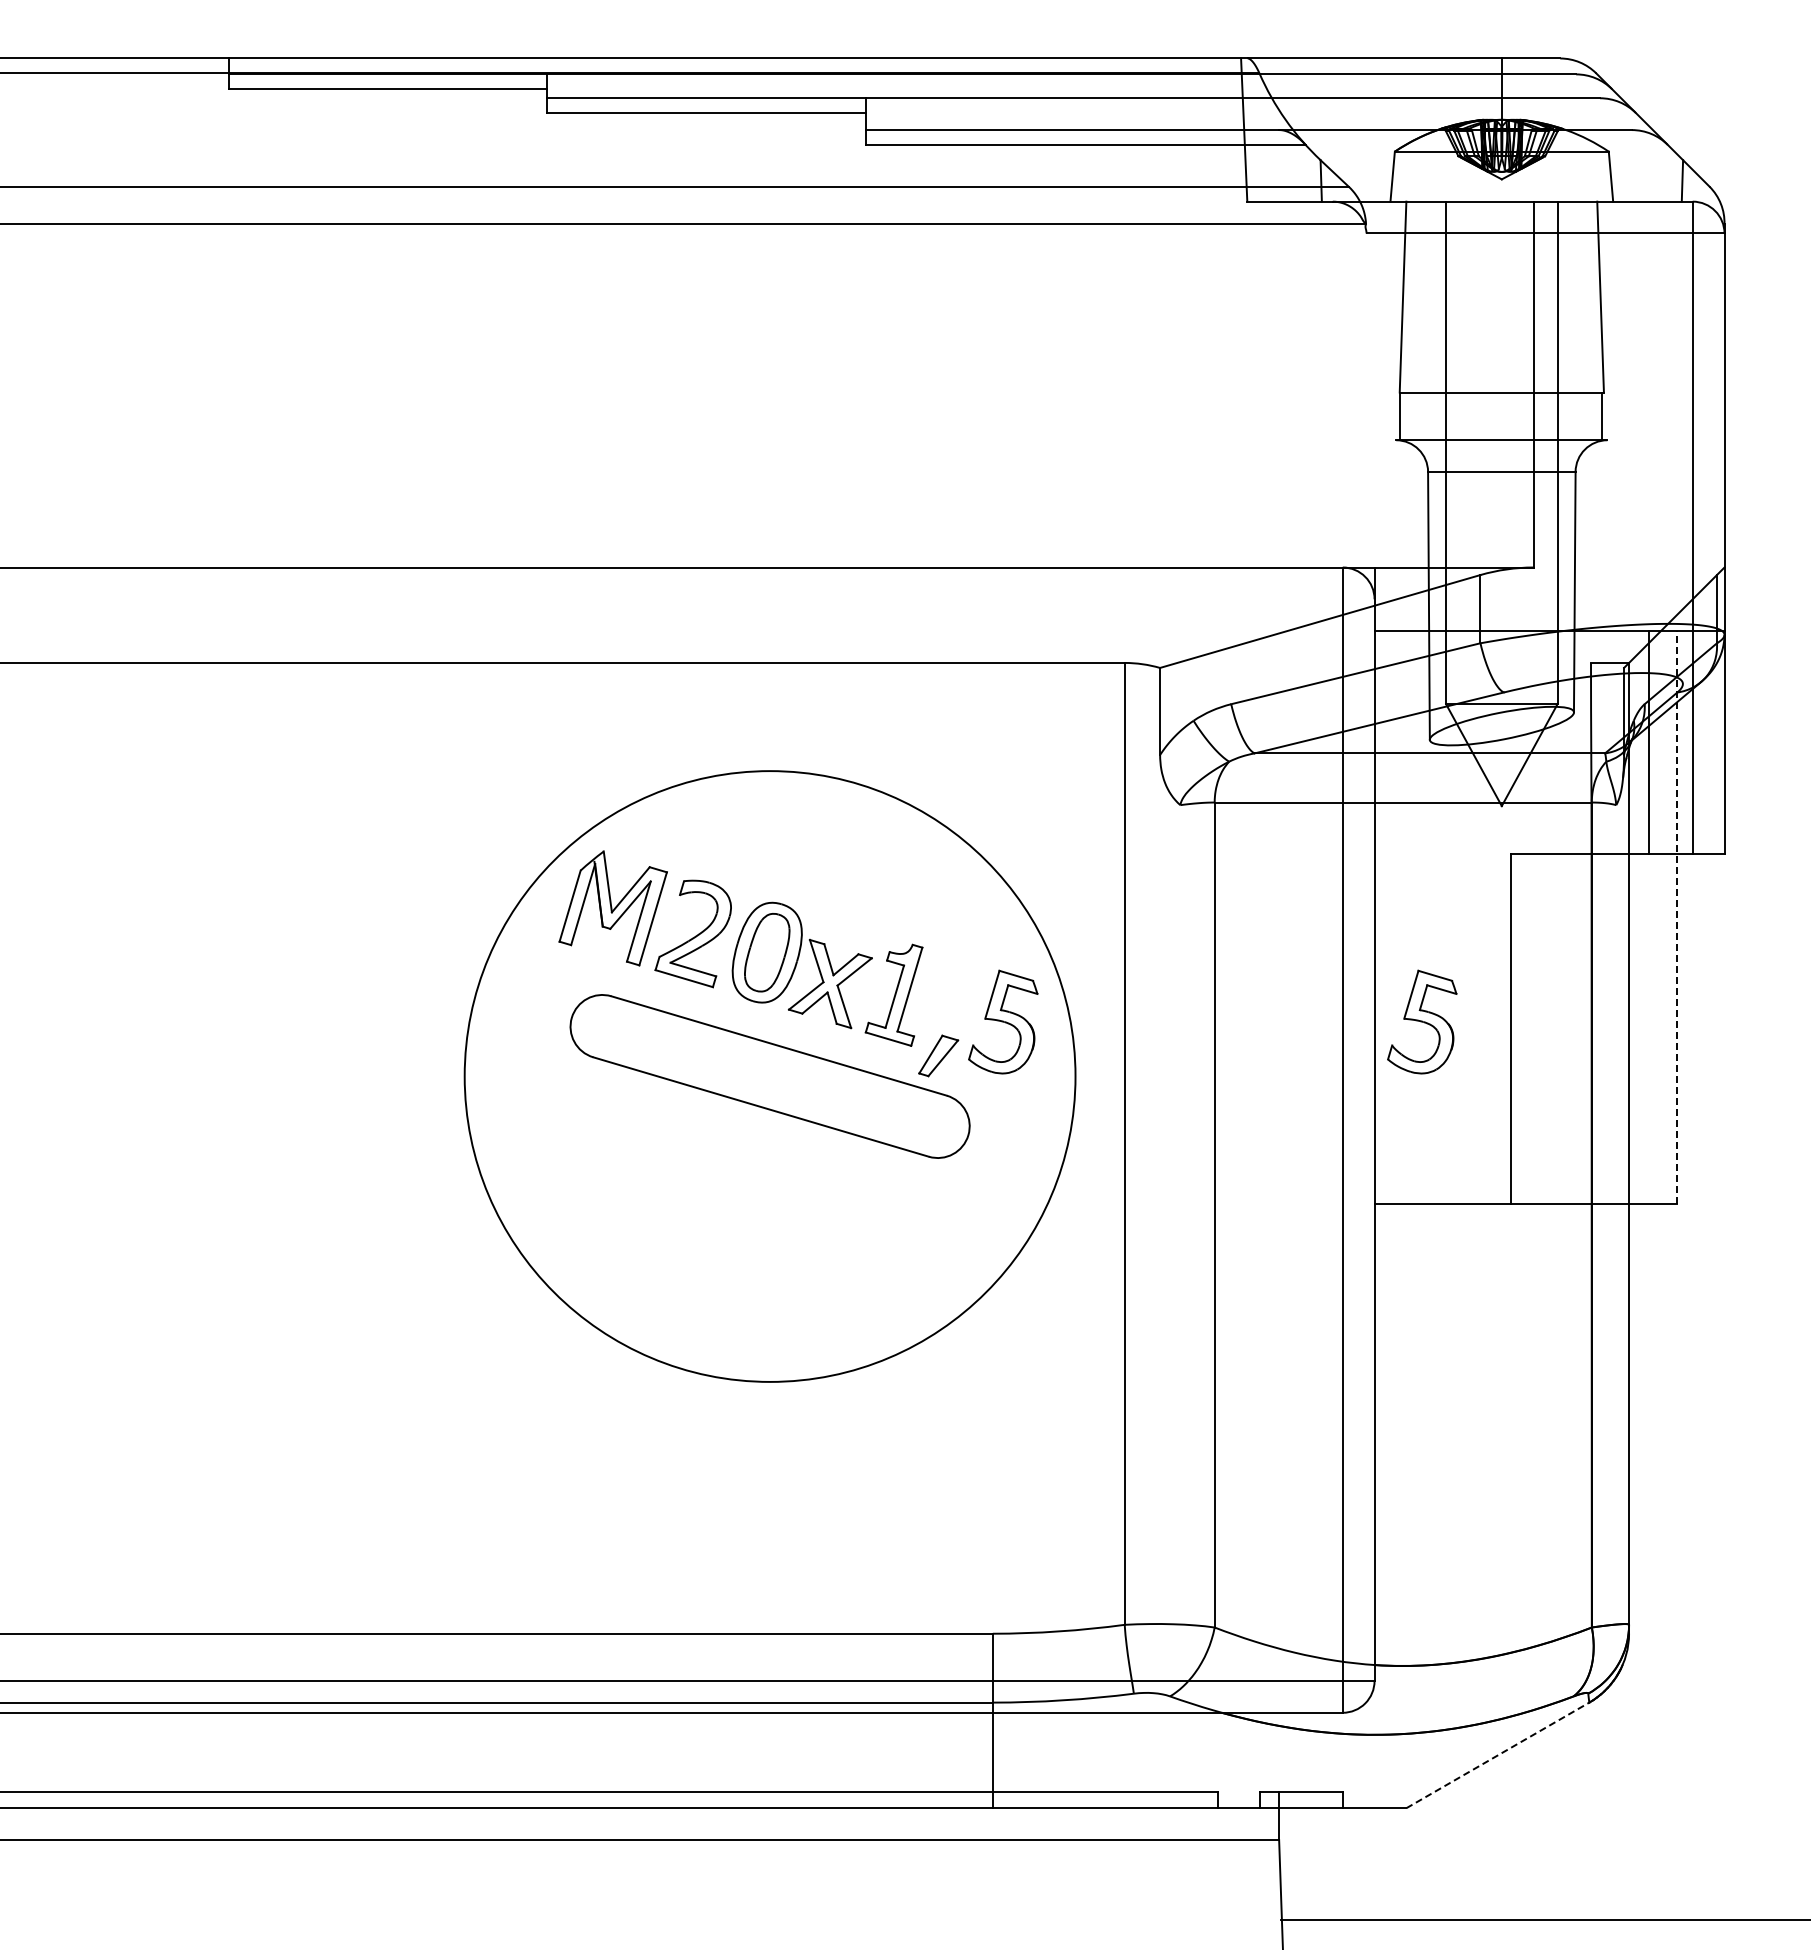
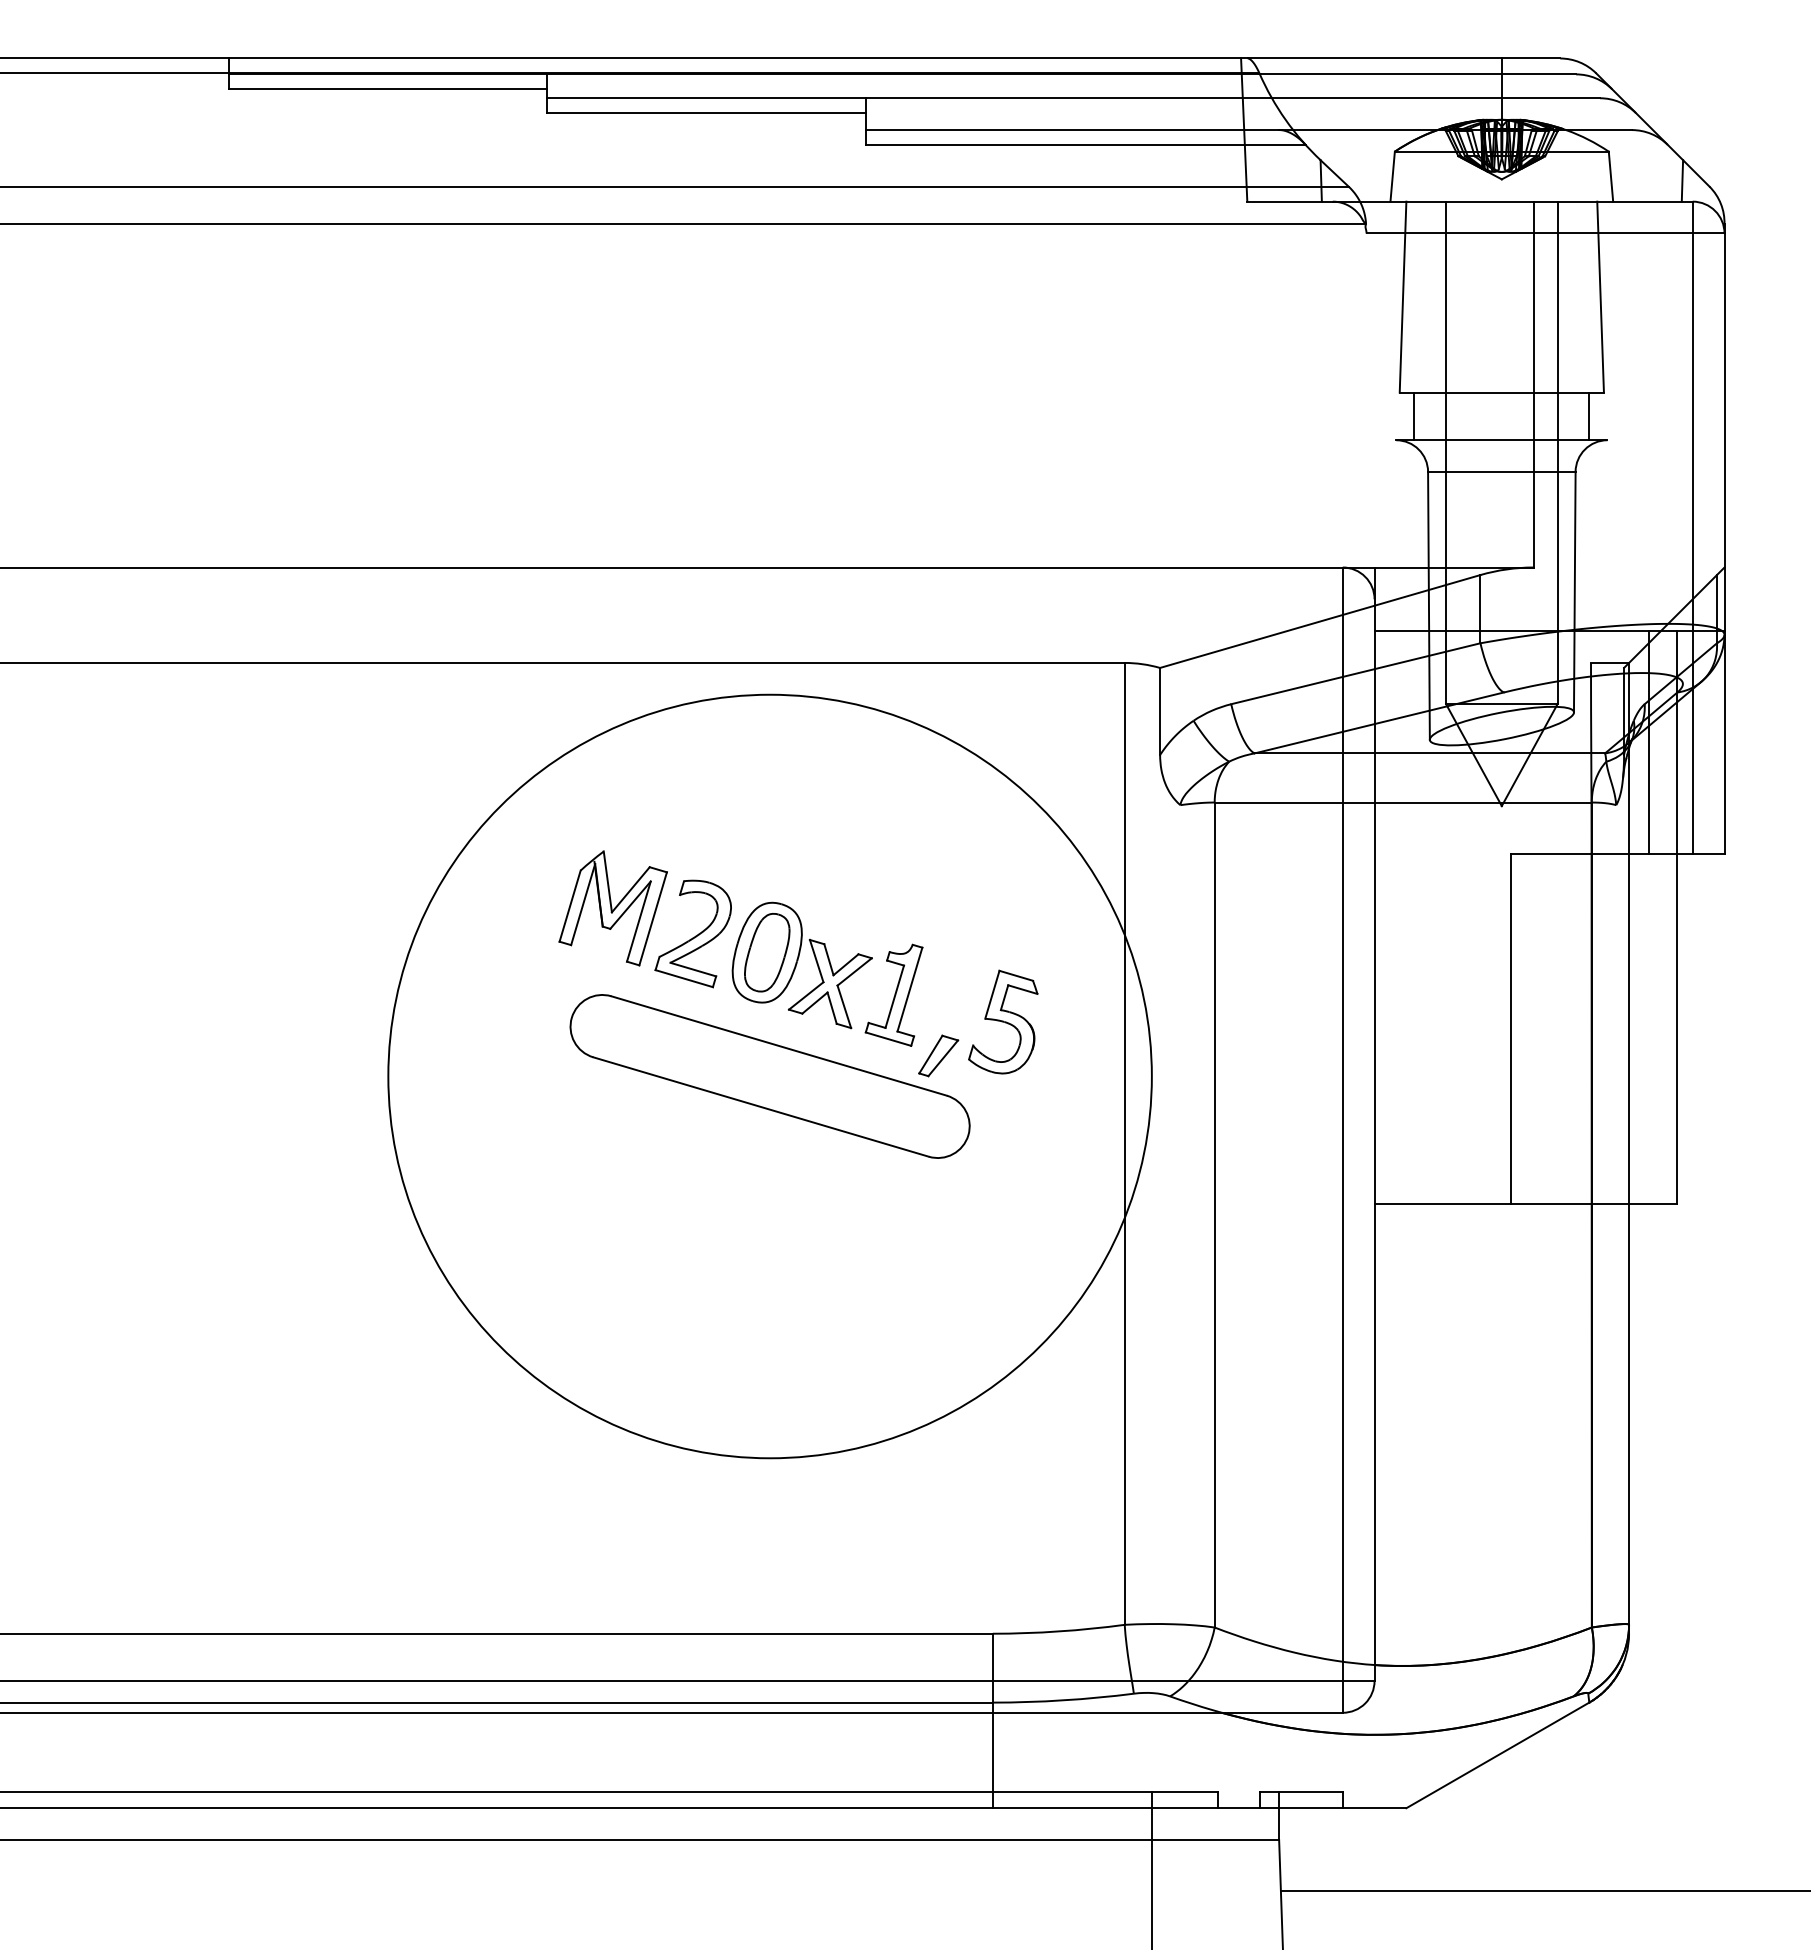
line at (1400, 416) position: (1400, 416) -> (1414, 416)
line at (1602, 416) position: (1602, 416) -> (1589, 416)
line at (1676, 916): dashed -> solid
part at (1422, 1021): present -> none
circle at (769, 1076) diameter: 611 px -> 764 px
line at (1497, 1755): dashed -> solid
line at (1151, 1869): none -> present
line at (1543, 1920) position: (1543, 1920) -> (1543, 1891)
